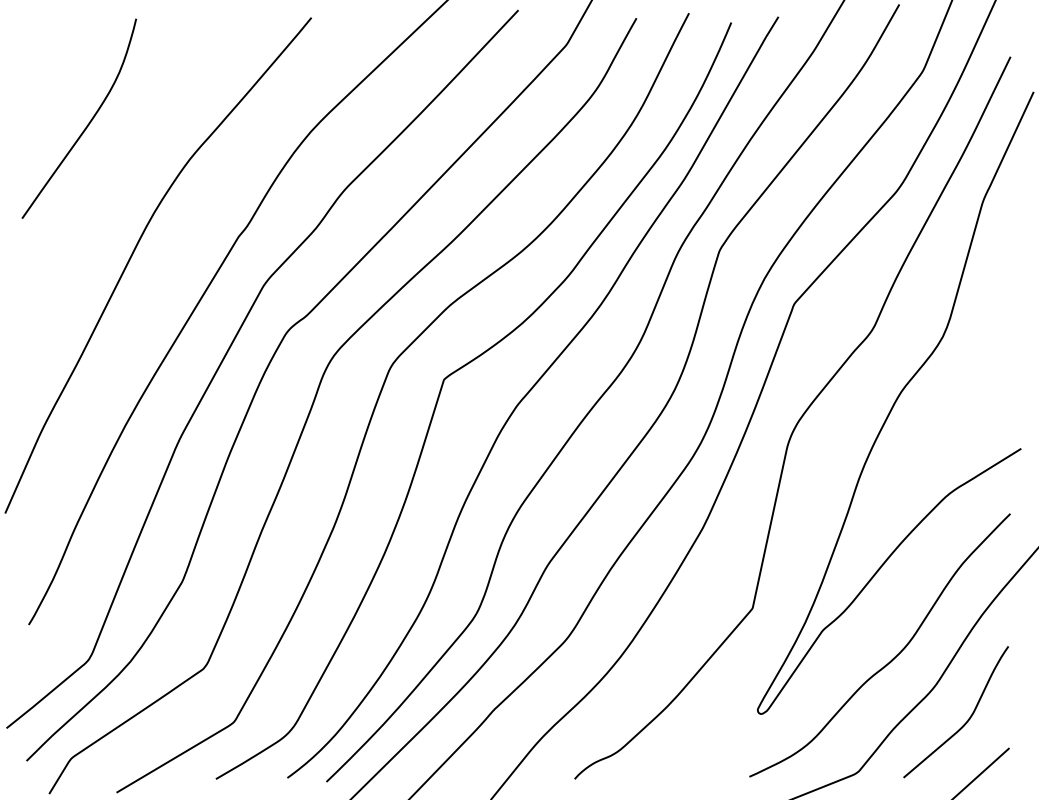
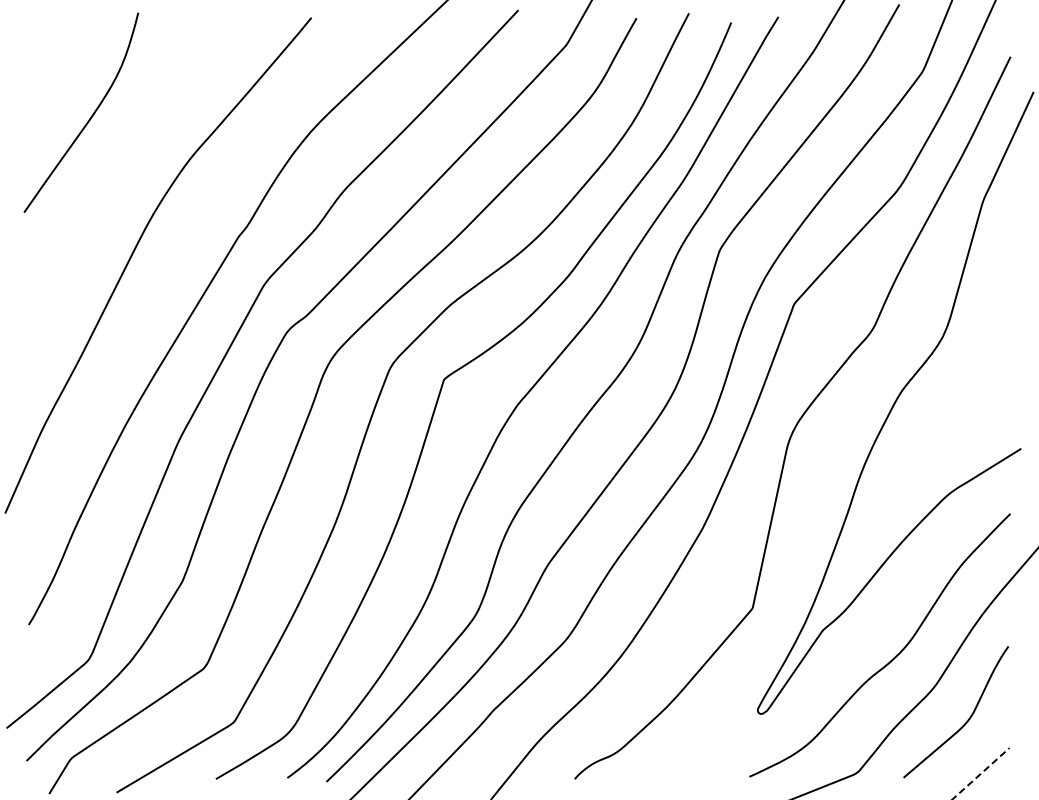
curve at (86, 125) position: (86, 125) -> (88, 119)
line at (980, 774): solid -> dashed
